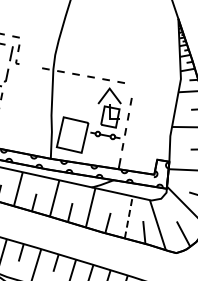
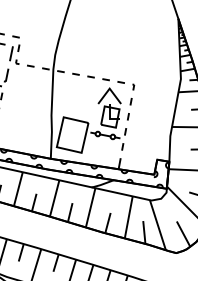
line at (30, 65): none -> present
part at (133, 86): none -> present
line at (128, 216): dashed -> solid
